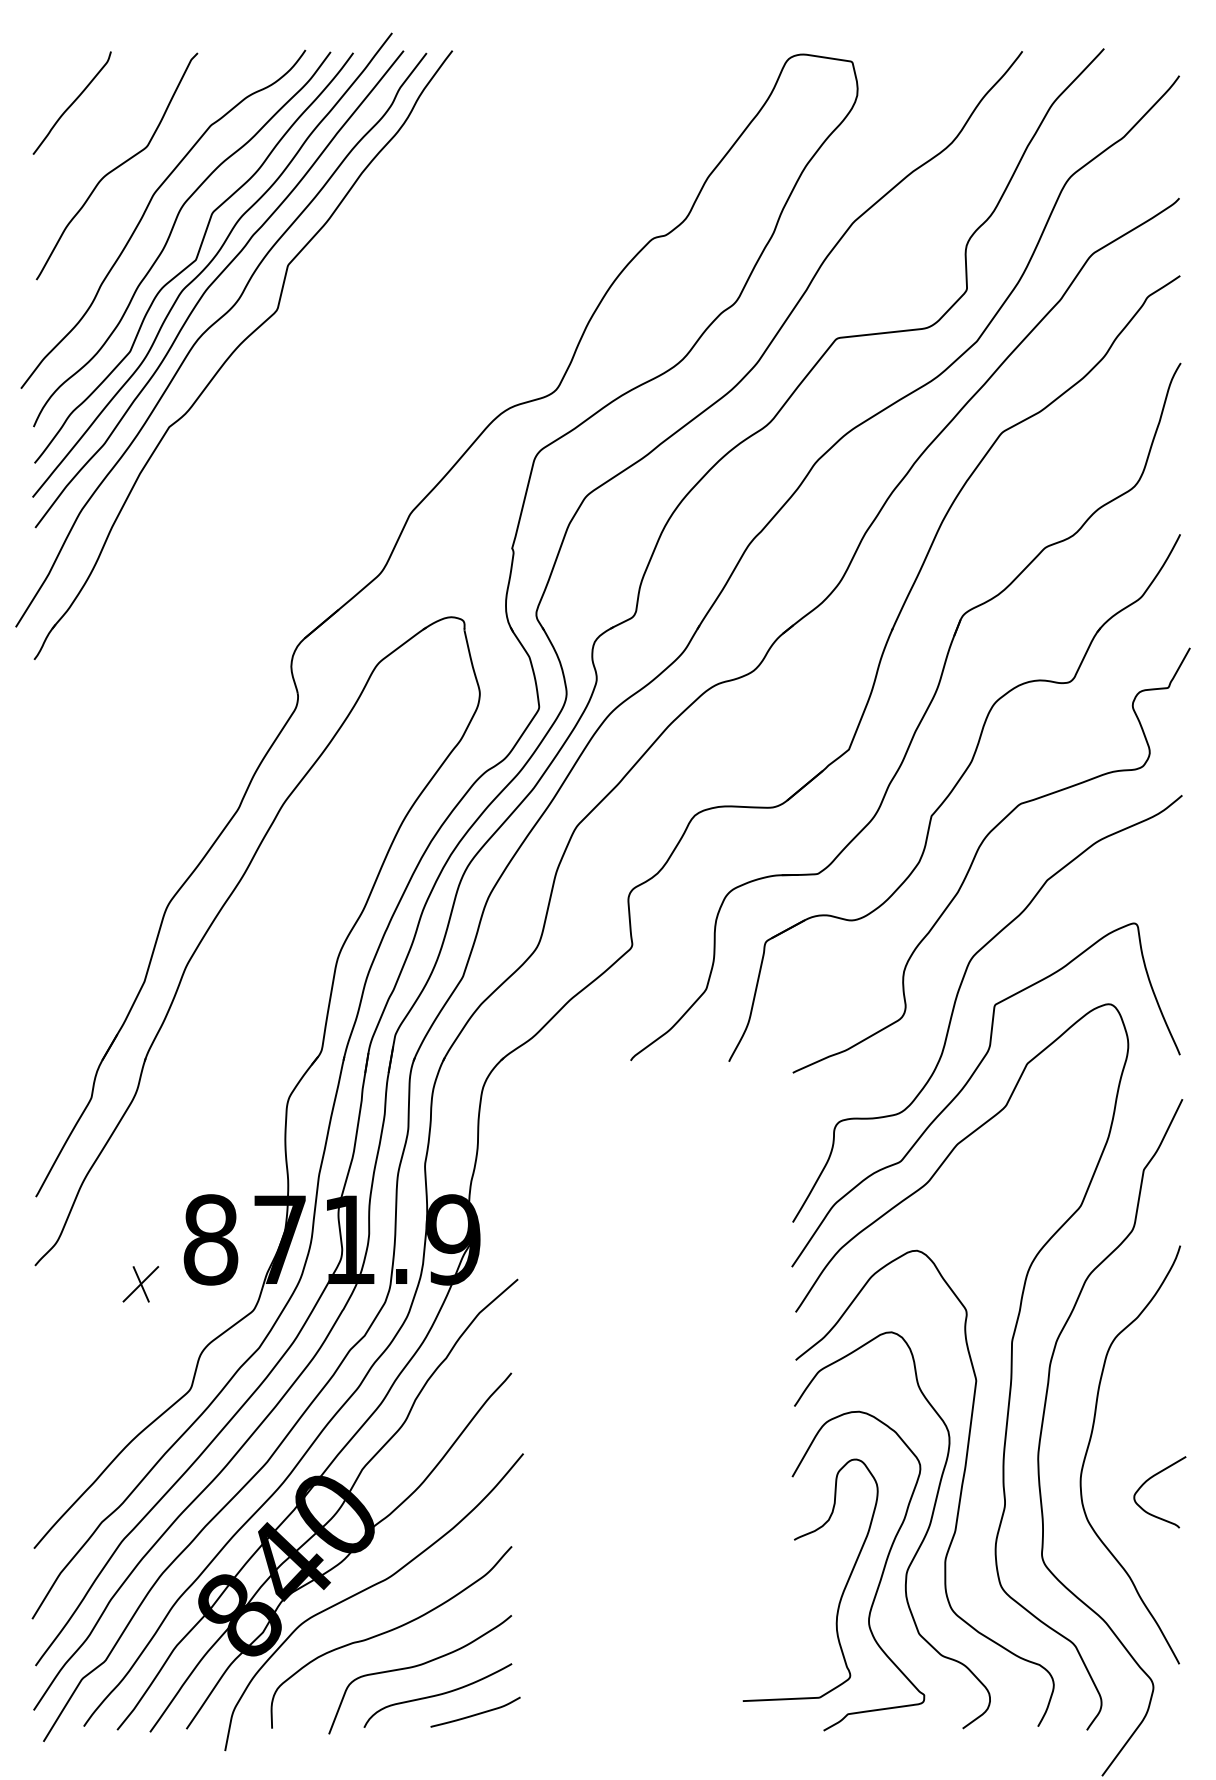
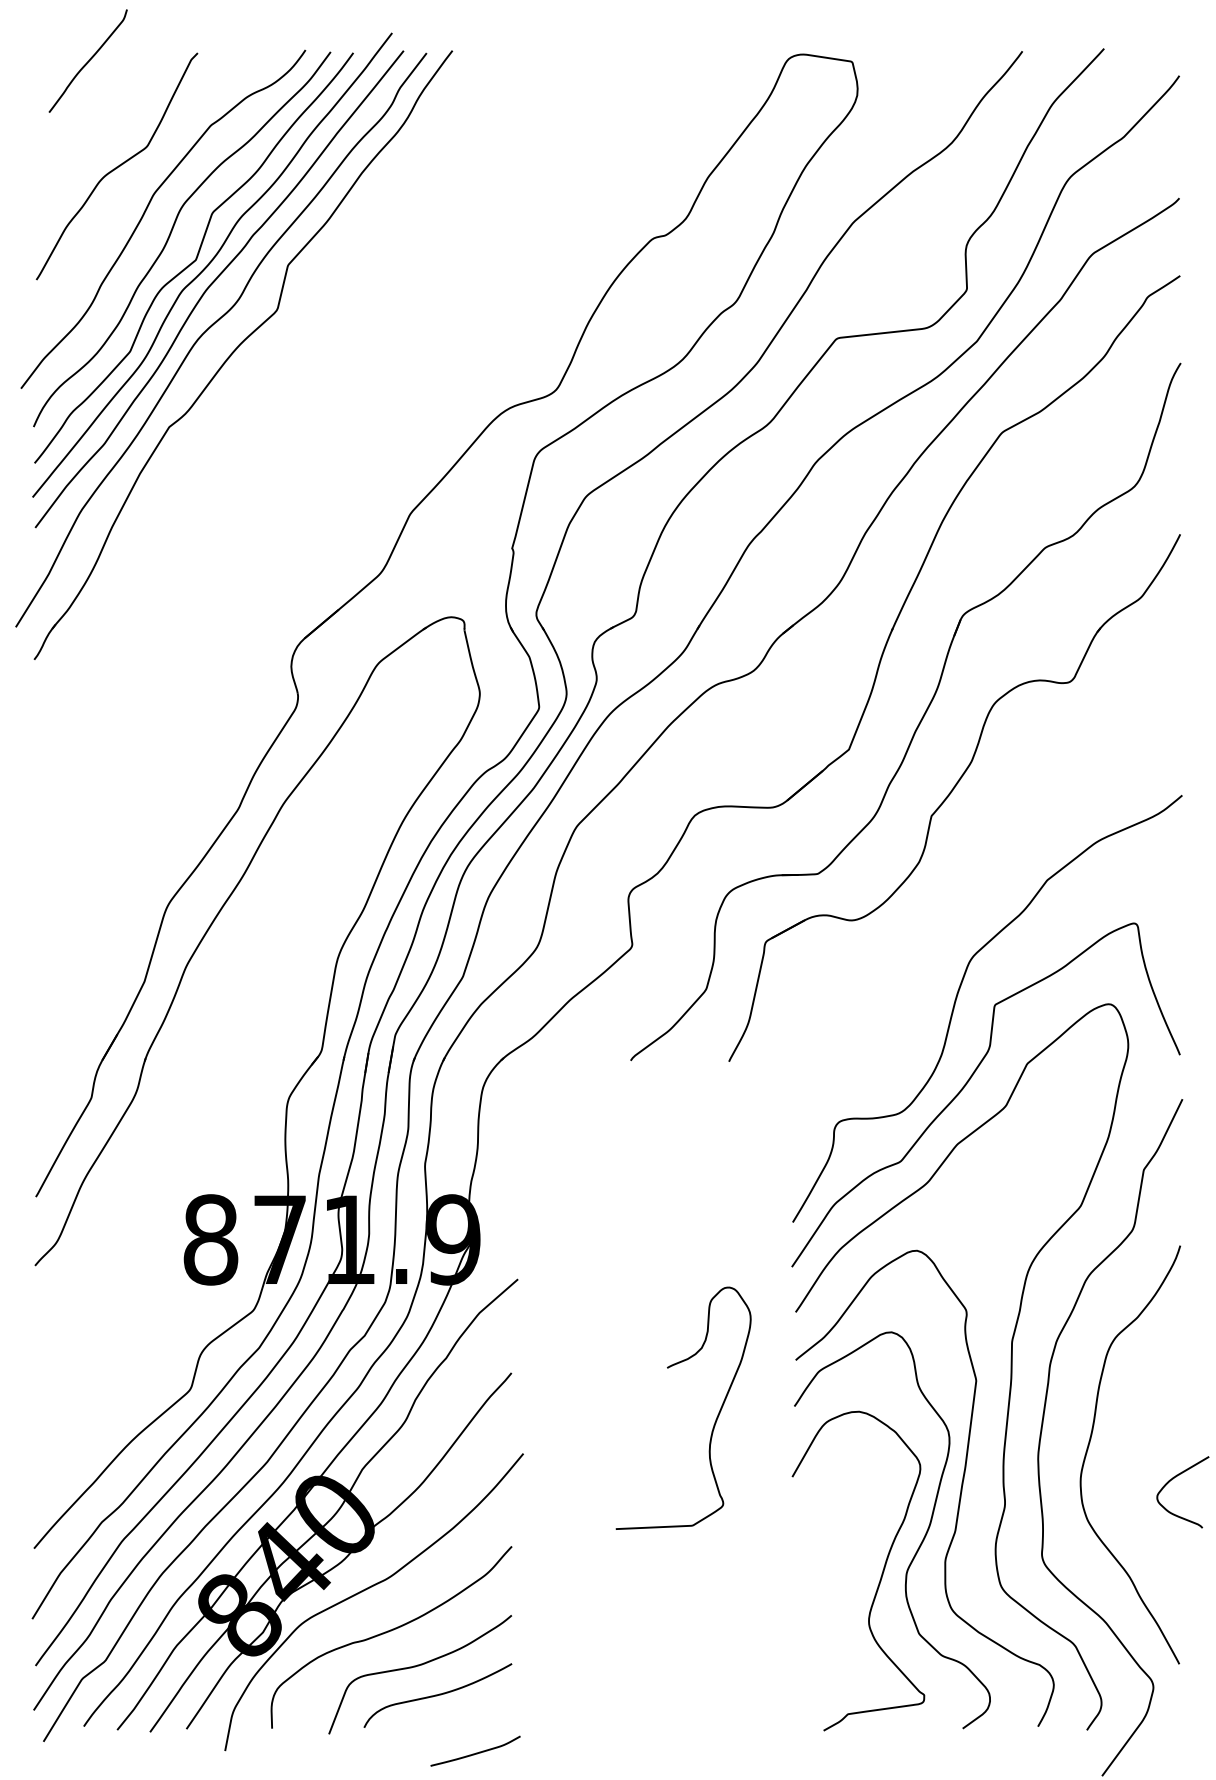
curve at (72, 102) position: (72, 102) -> (88, 60)
curve at (977, 853): present -> none
part at (140, 1284): present -> none
curve at (1150, 1479) position: (1150, 1479) -> (1173, 1479)
curve at (842, 1591) position: (842, 1591) -> (715, 1419)
curve at (476, 1713) position: (476, 1713) -> (476, 1752)
